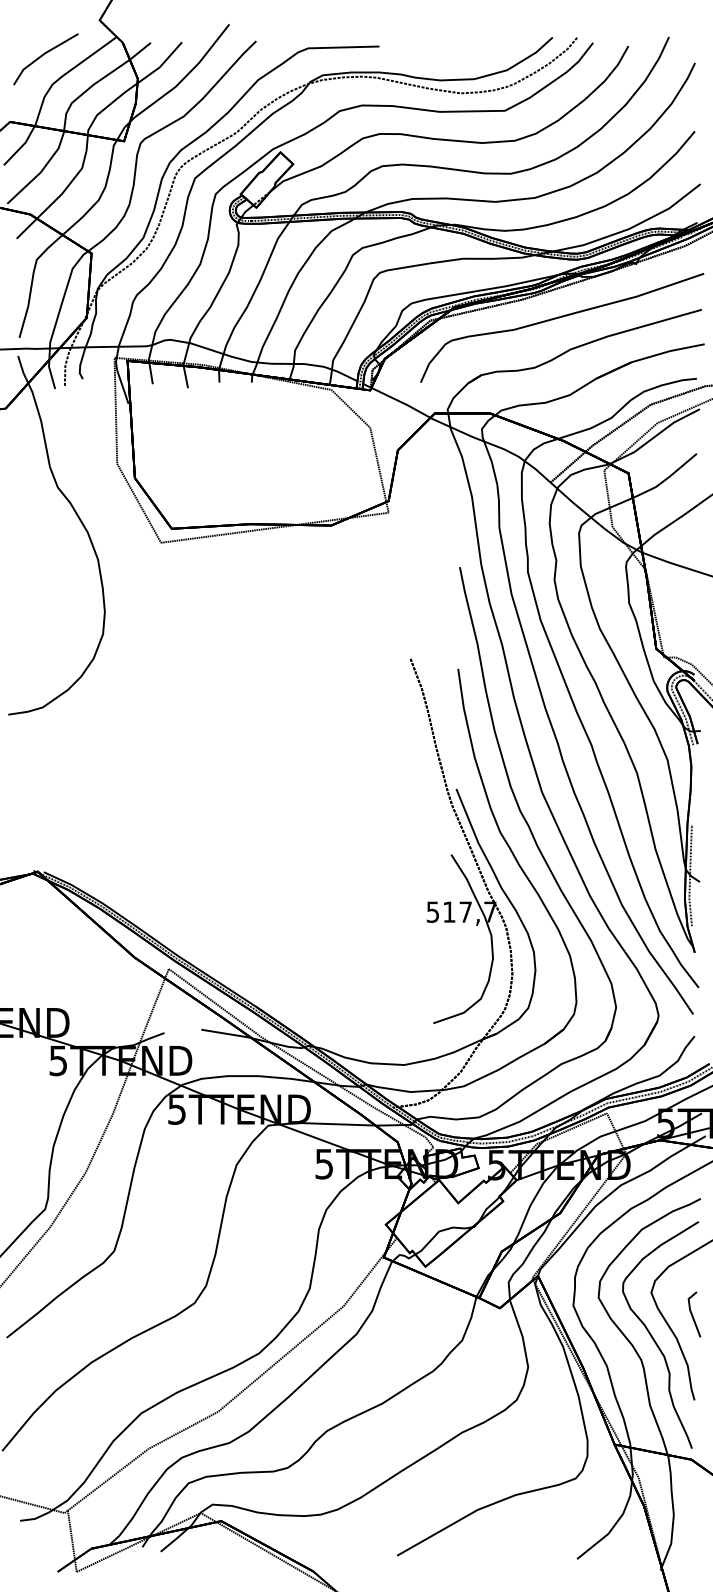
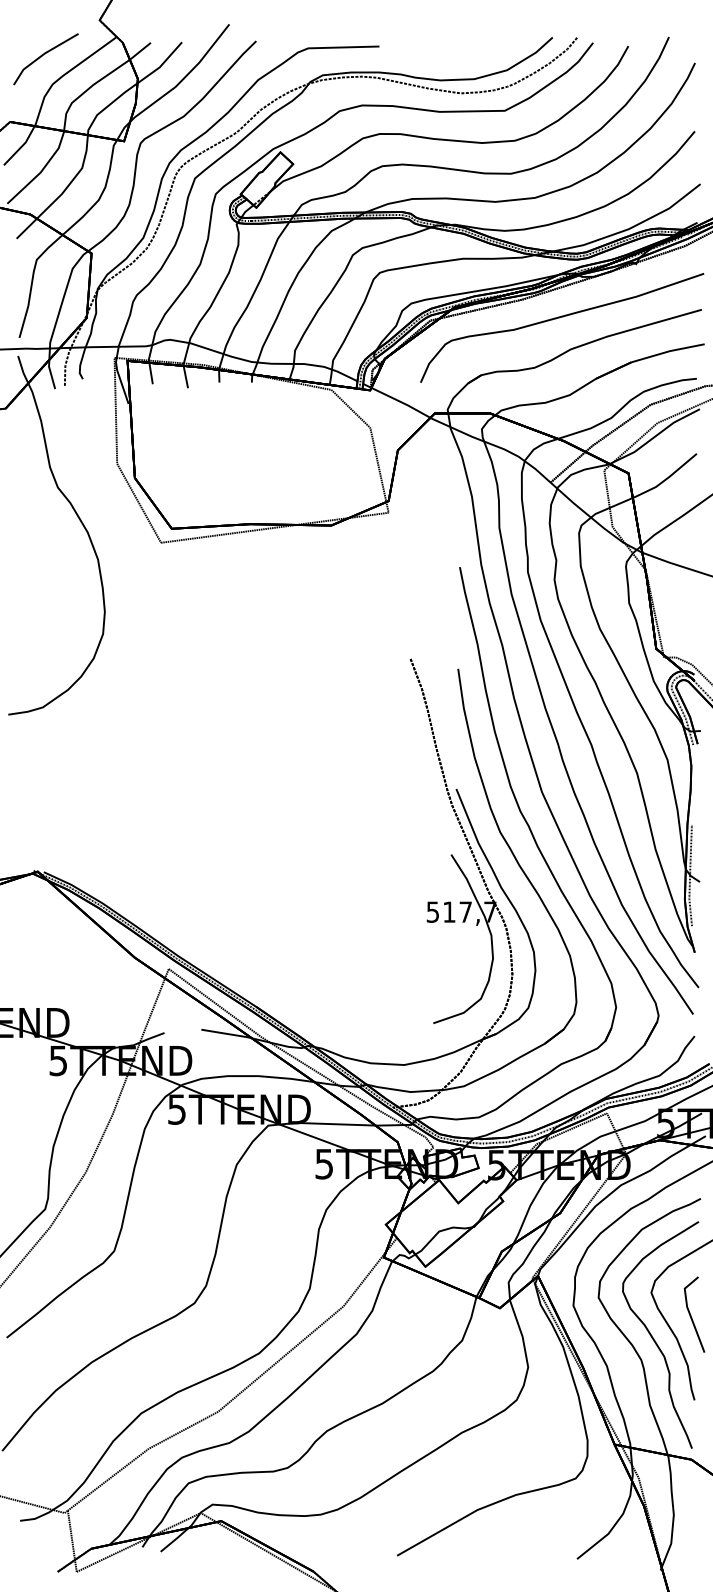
part at (694, 1314) size: 15x47 px -> 23x77 px
